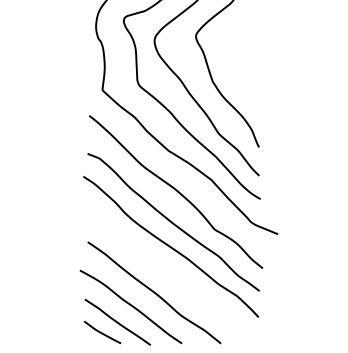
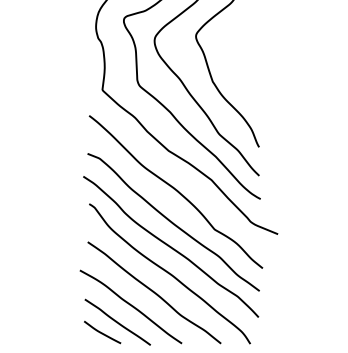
curve at (169, 273): none -> present
